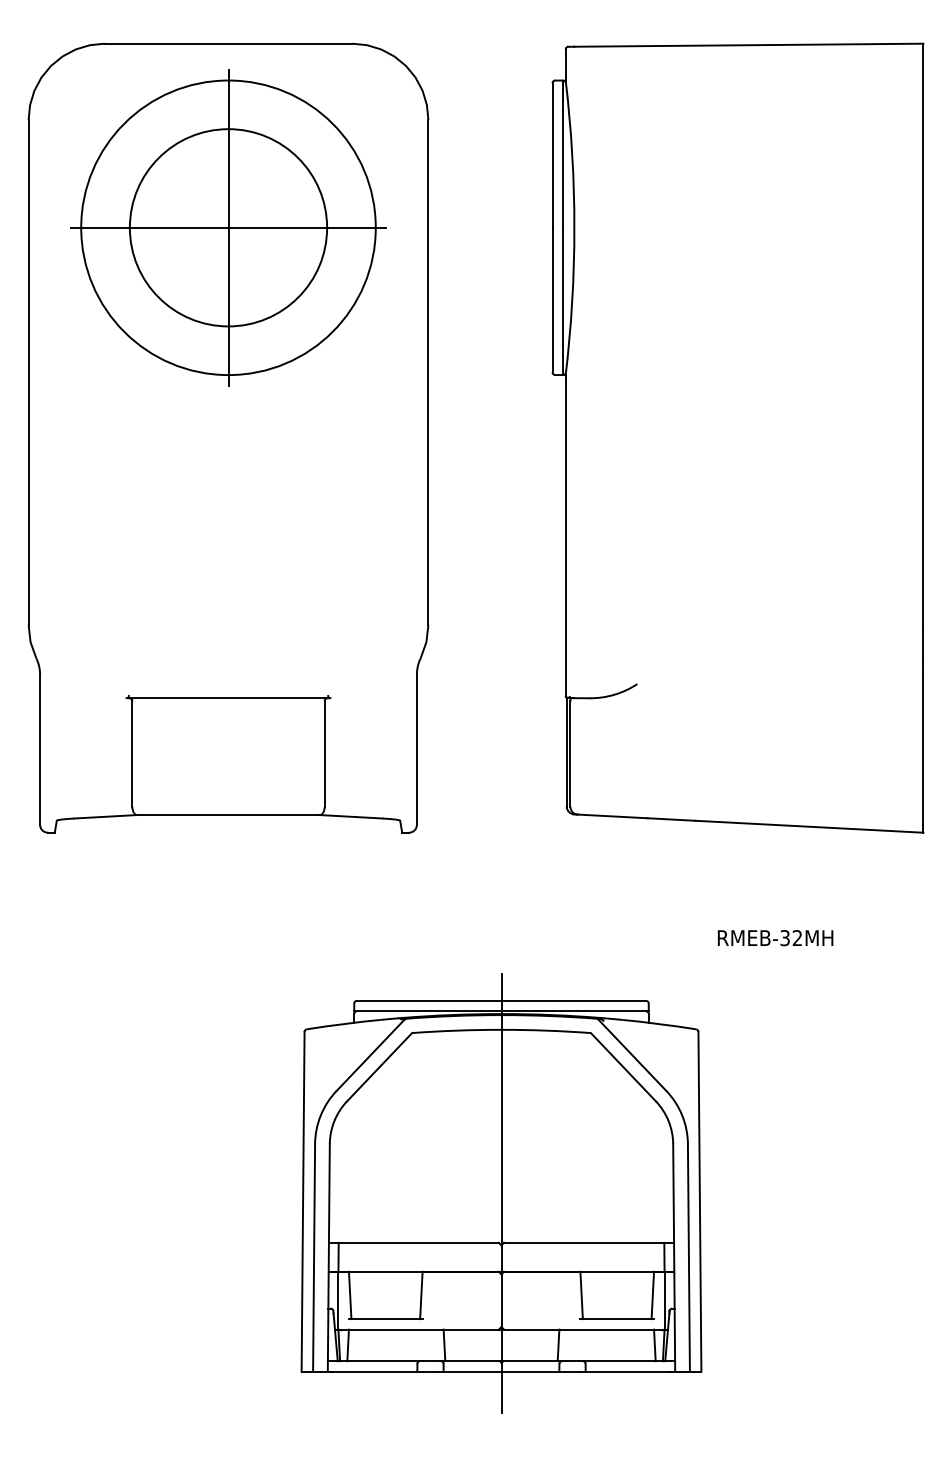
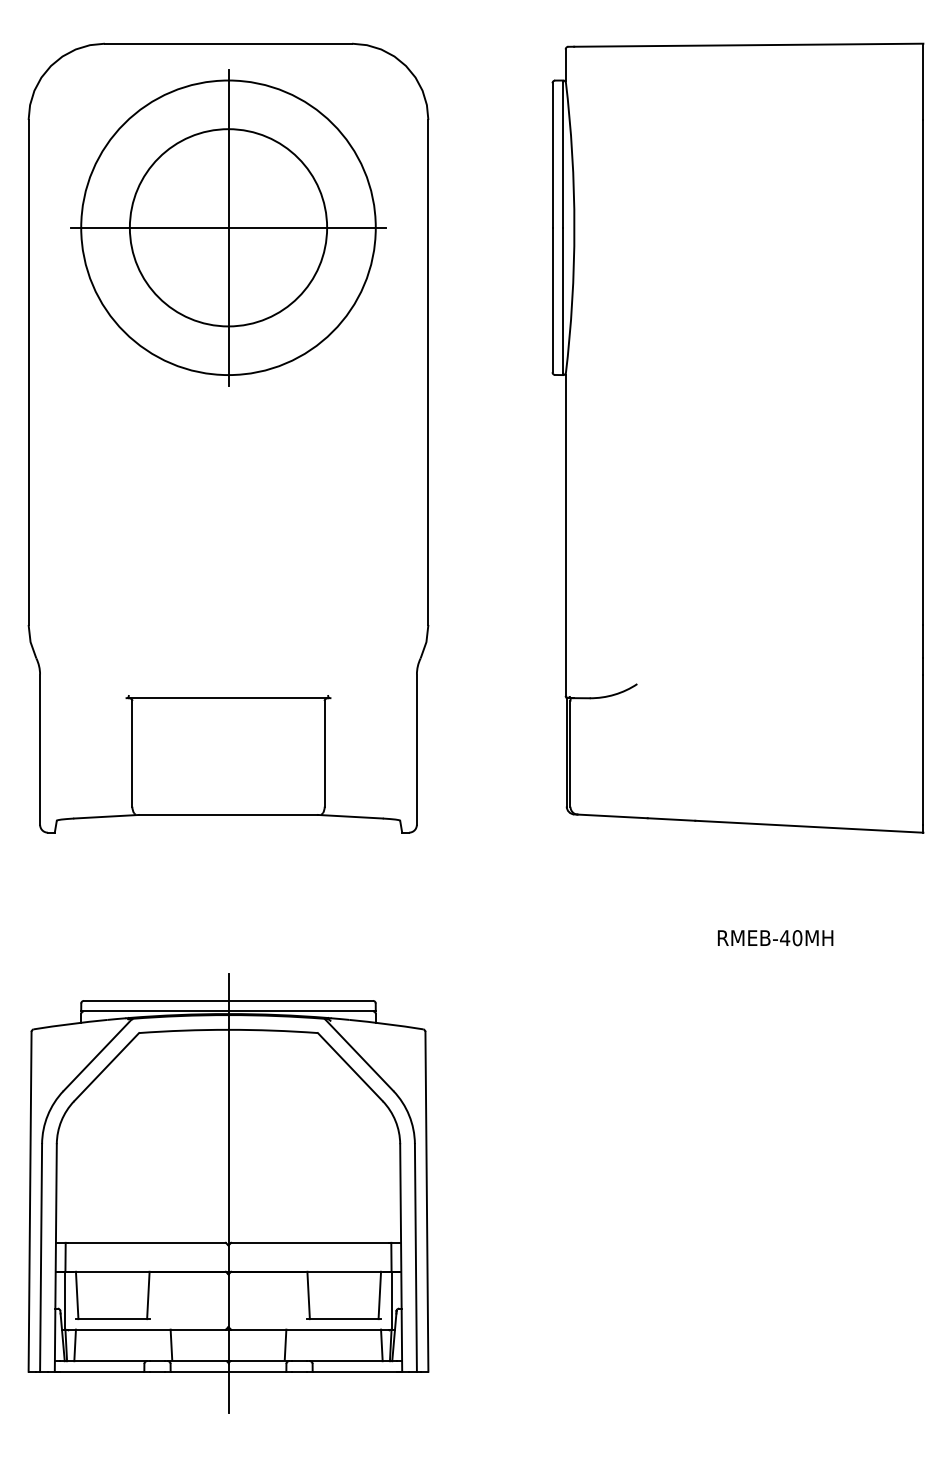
text at (791, 938): RMEB-32MH -> RMEB-40MH
part at (501, 1193) position: (501, 1193) -> (228, 1193)
